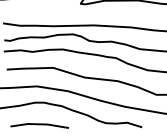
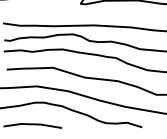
line at (39, 125) position: (39, 125) -> (32, 125)
